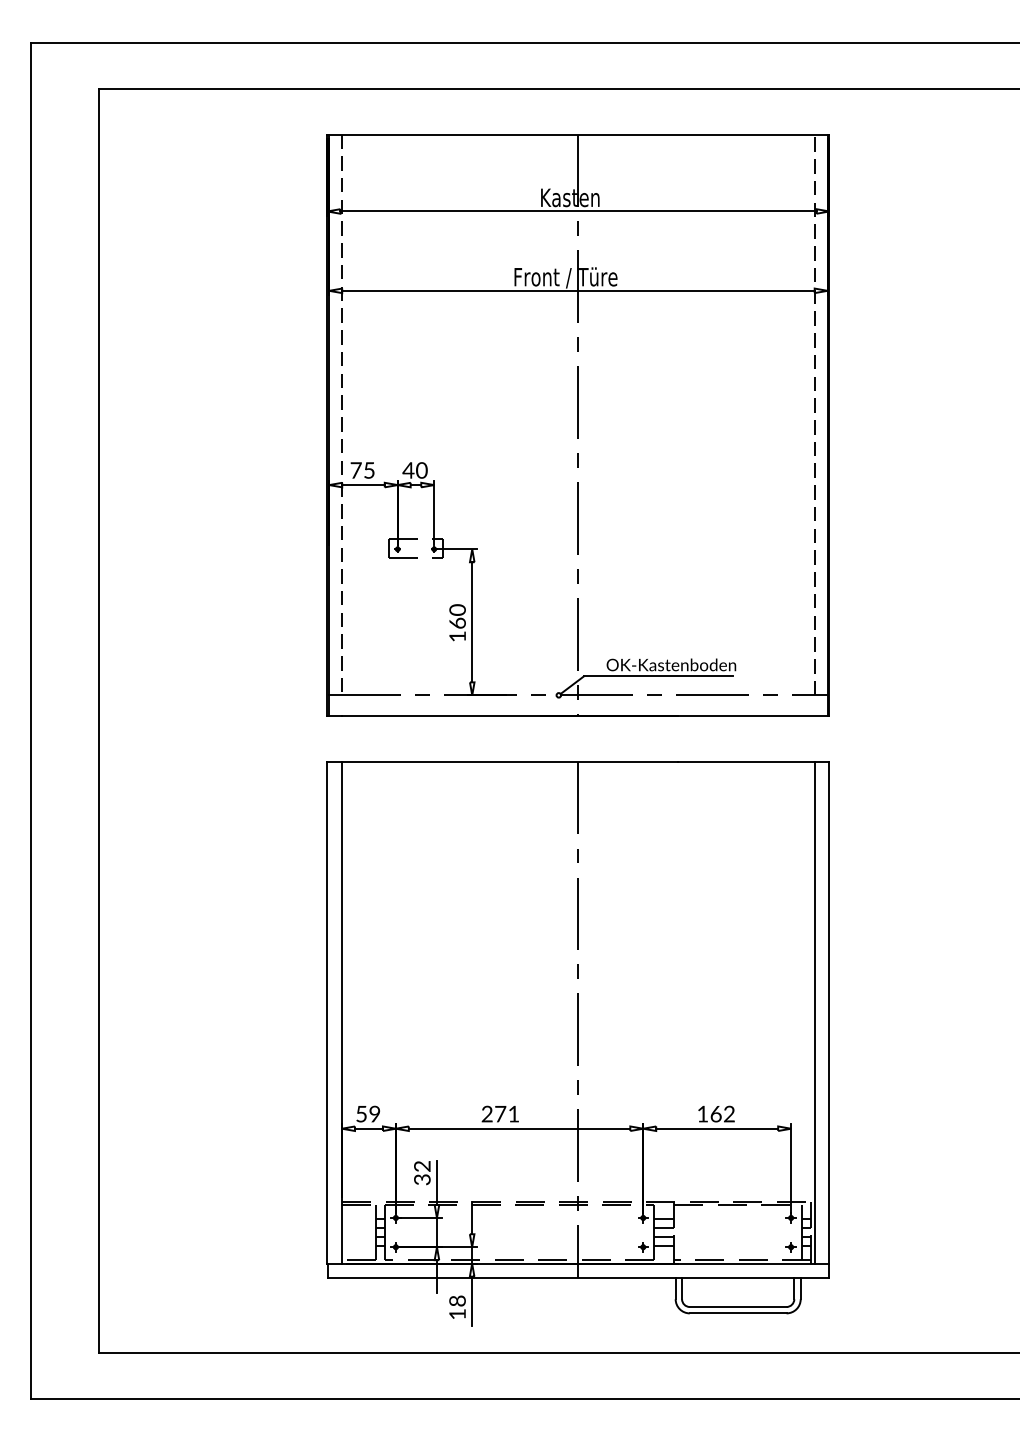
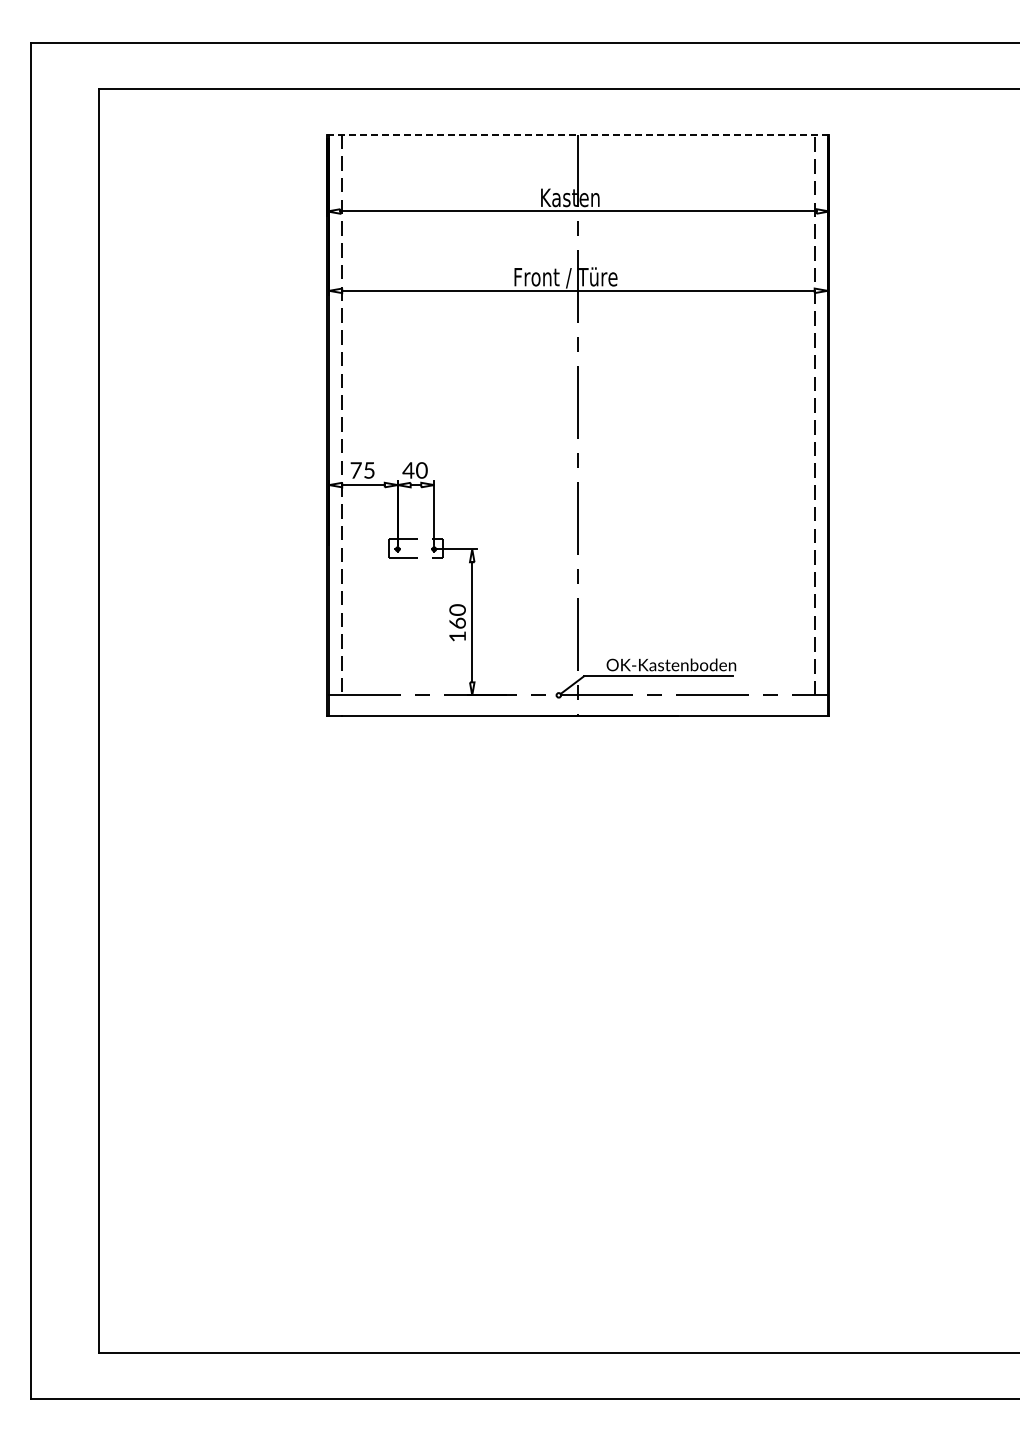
line at (577, 134): solid -> dashed
part at (577, 1043): present -> none
